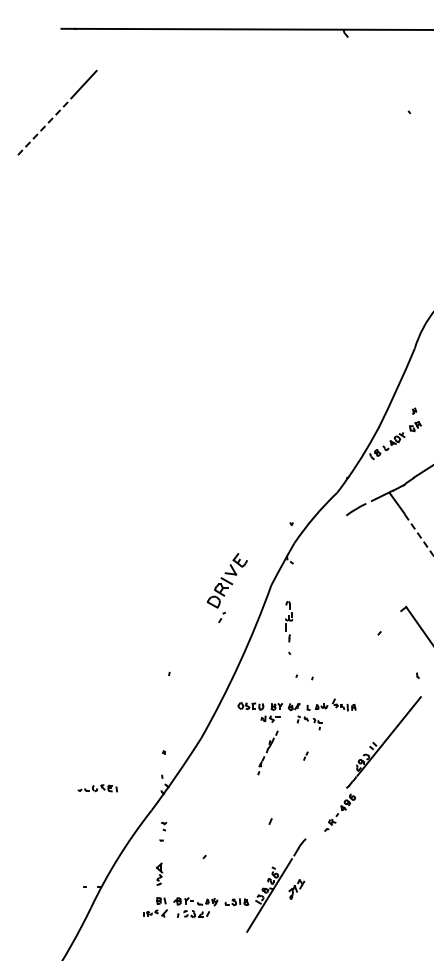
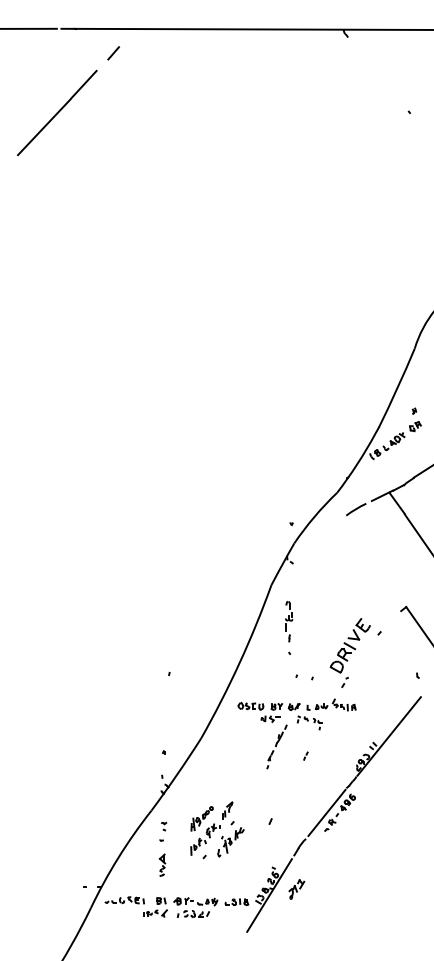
line at (29, 28): none -> present
line at (113, 53): none -> present
line at (44, 126): dashed -> solid
line at (419, 535): dashed -> solid
part at (226, 588) position: (226, 588) -> (349, 653)
part at (267, 752) position: (267, 752) -> (276, 746)
part at (97, 788) position: (97, 788) -> (124, 900)
line at (326, 812): none -> present
part at (217, 829): none -> present
part at (159, 873) position: (159, 873) -> (162, 864)
